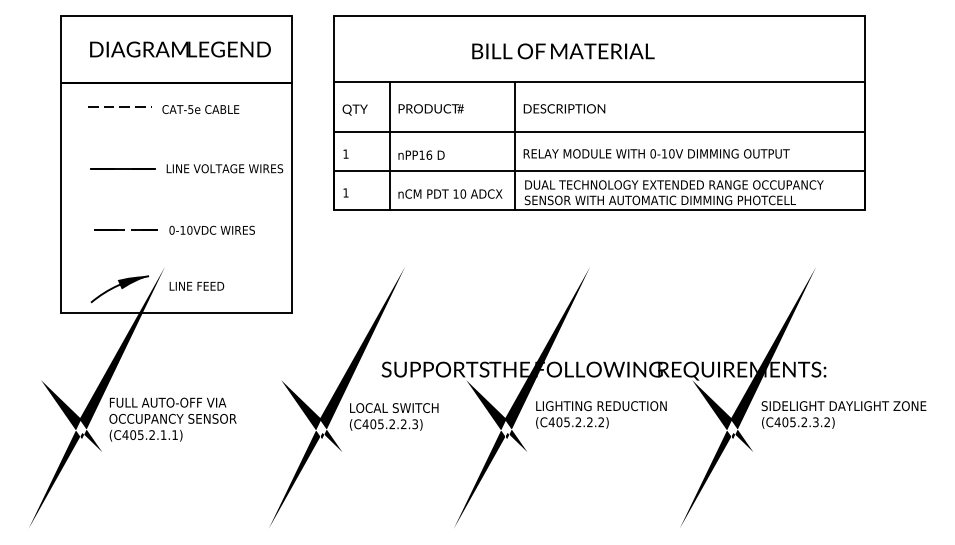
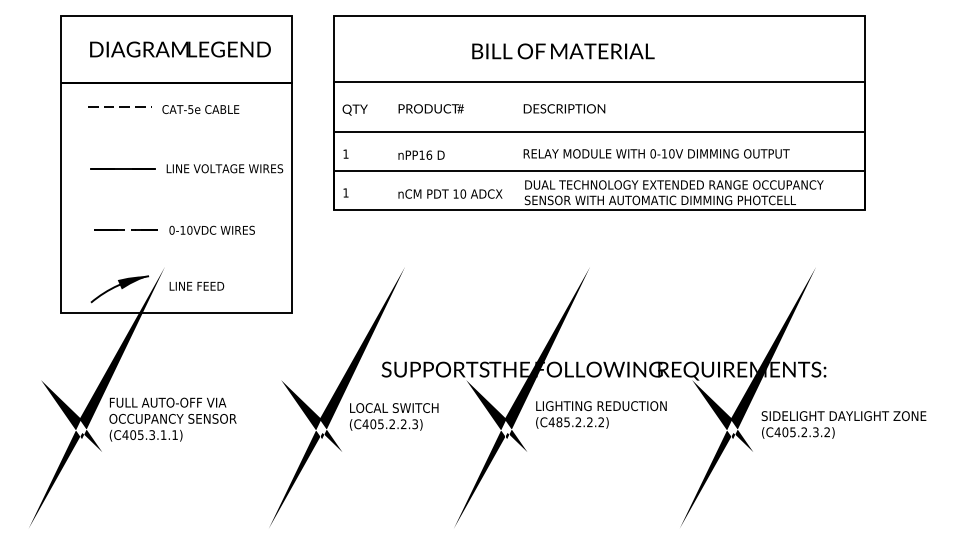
line at (389, 146): present -> none
line at (514, 146): present -> none
text at (843, 414) position: (843, 414) -> (843, 424)
text at (559, 421): (C405.2.2.2) -> (C485.2.2.2)
text at (151, 435): (C405.2.1.1) -> (C405.3.1.1)
